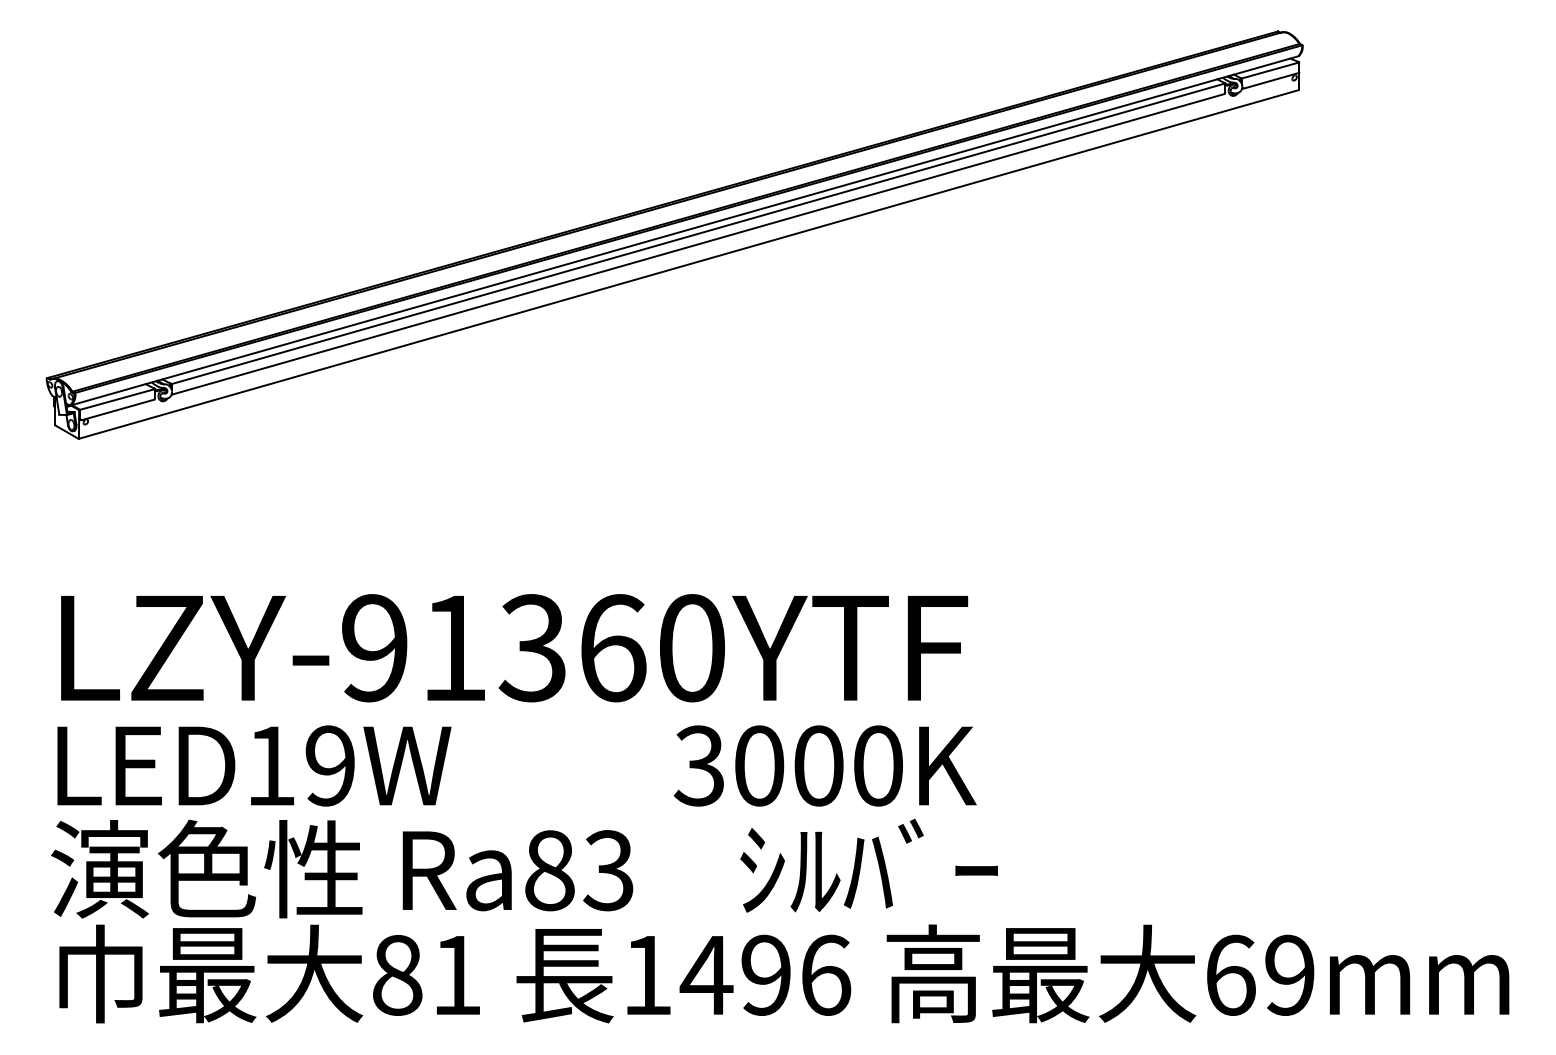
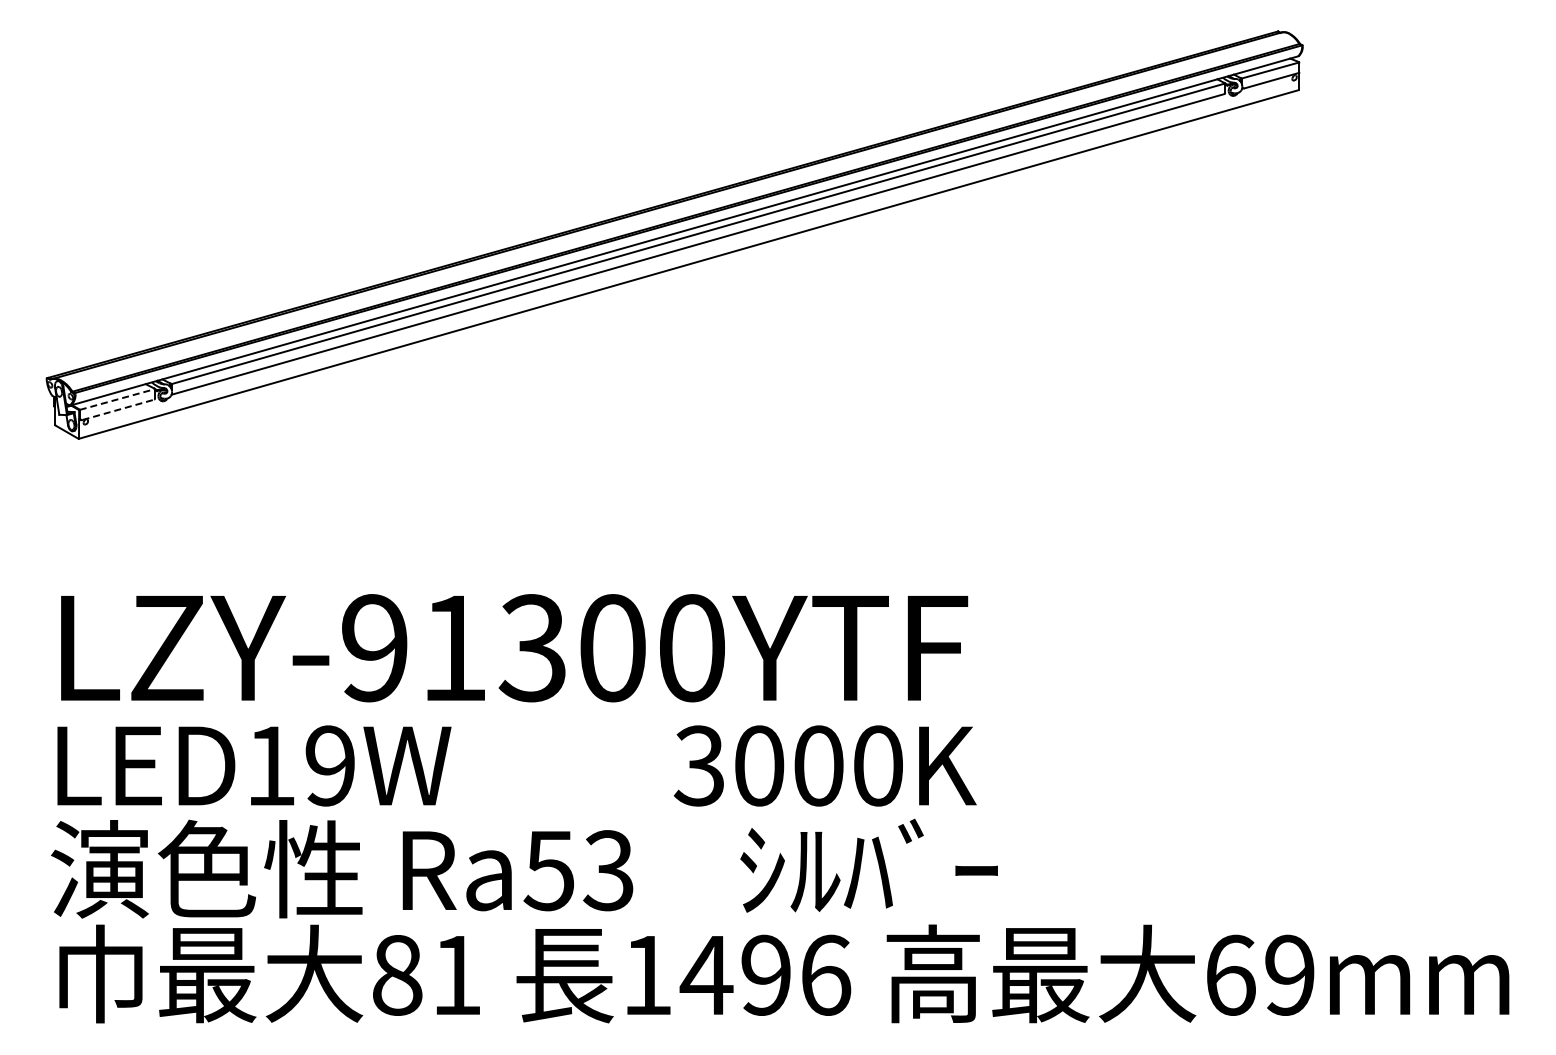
line at (117, 399): solid -> dashed
line at (118, 409): solid -> dashed
text at (613, 648): LZY-91360YTF -> LZY-91300YTF
text at (548, 870): Ra83 -> Ra53
